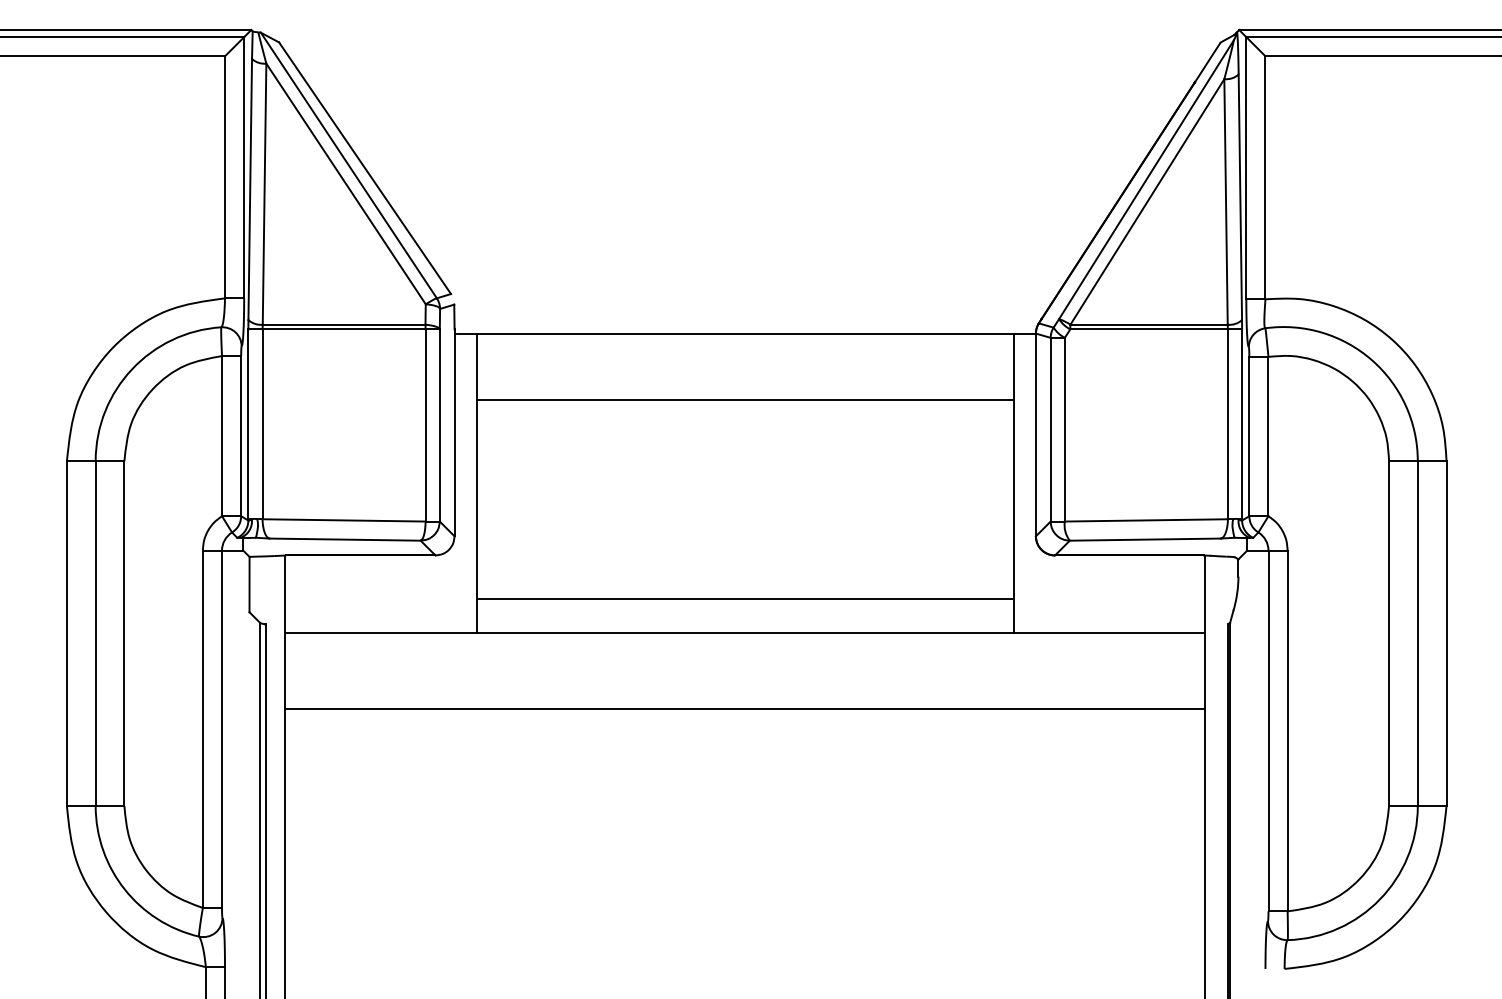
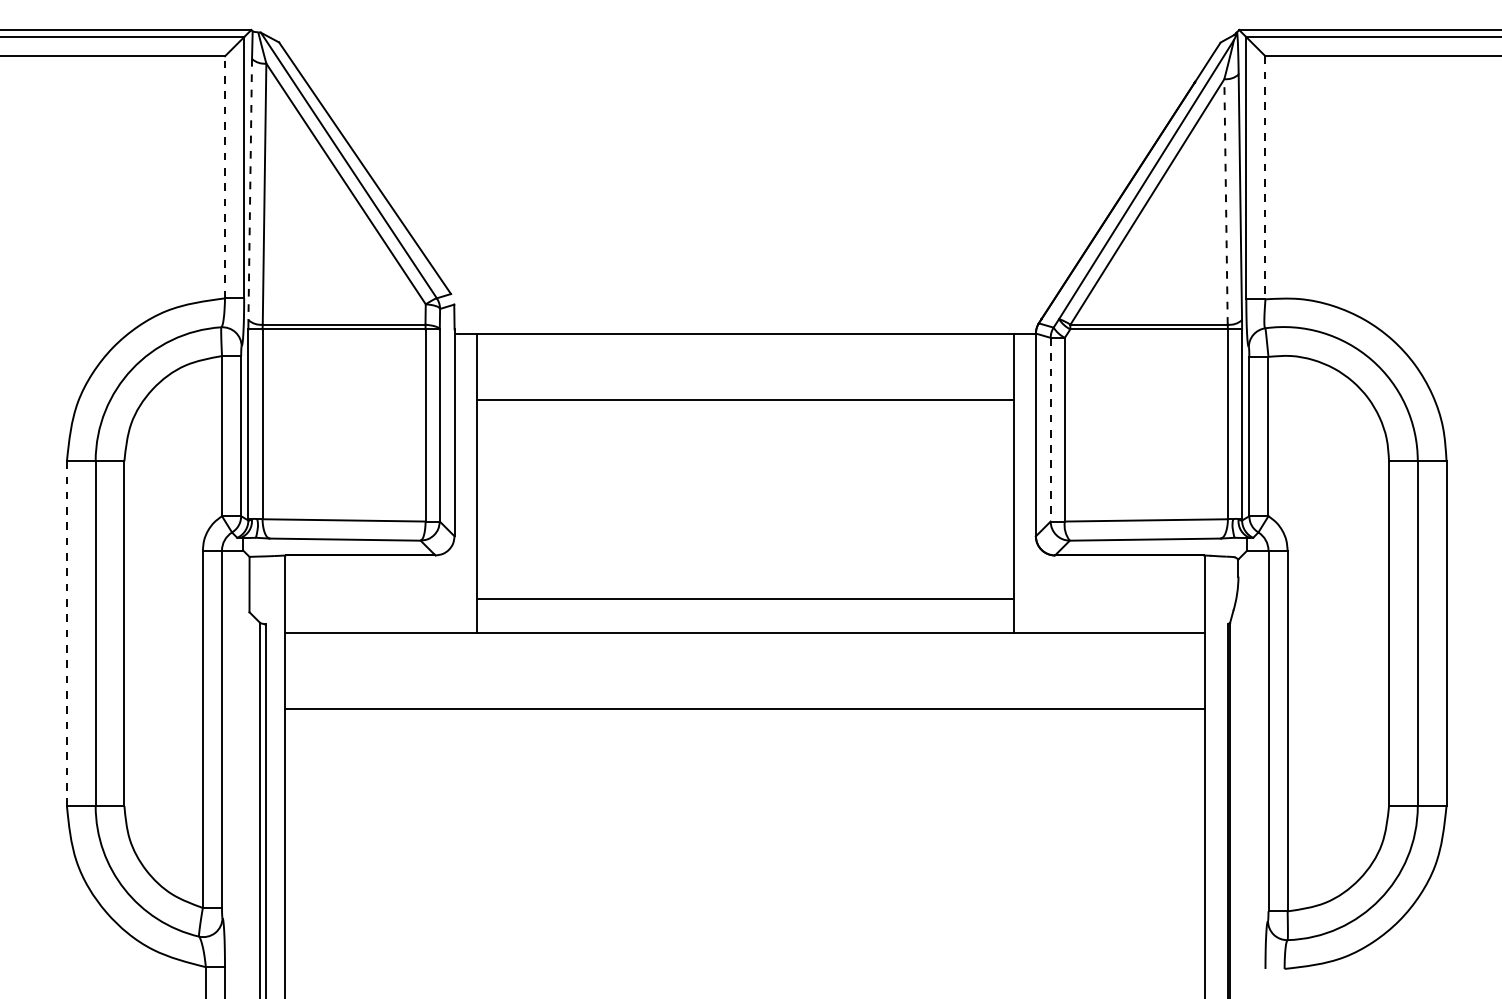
line at (225, 176): solid -> dashed
line at (1265, 177): solid -> dashed
line at (250, 189): solid -> dashed
line at (1226, 201): solid -> dashed
line at (1050, 429): solid -> dashed
line at (66, 633): solid -> dashed
